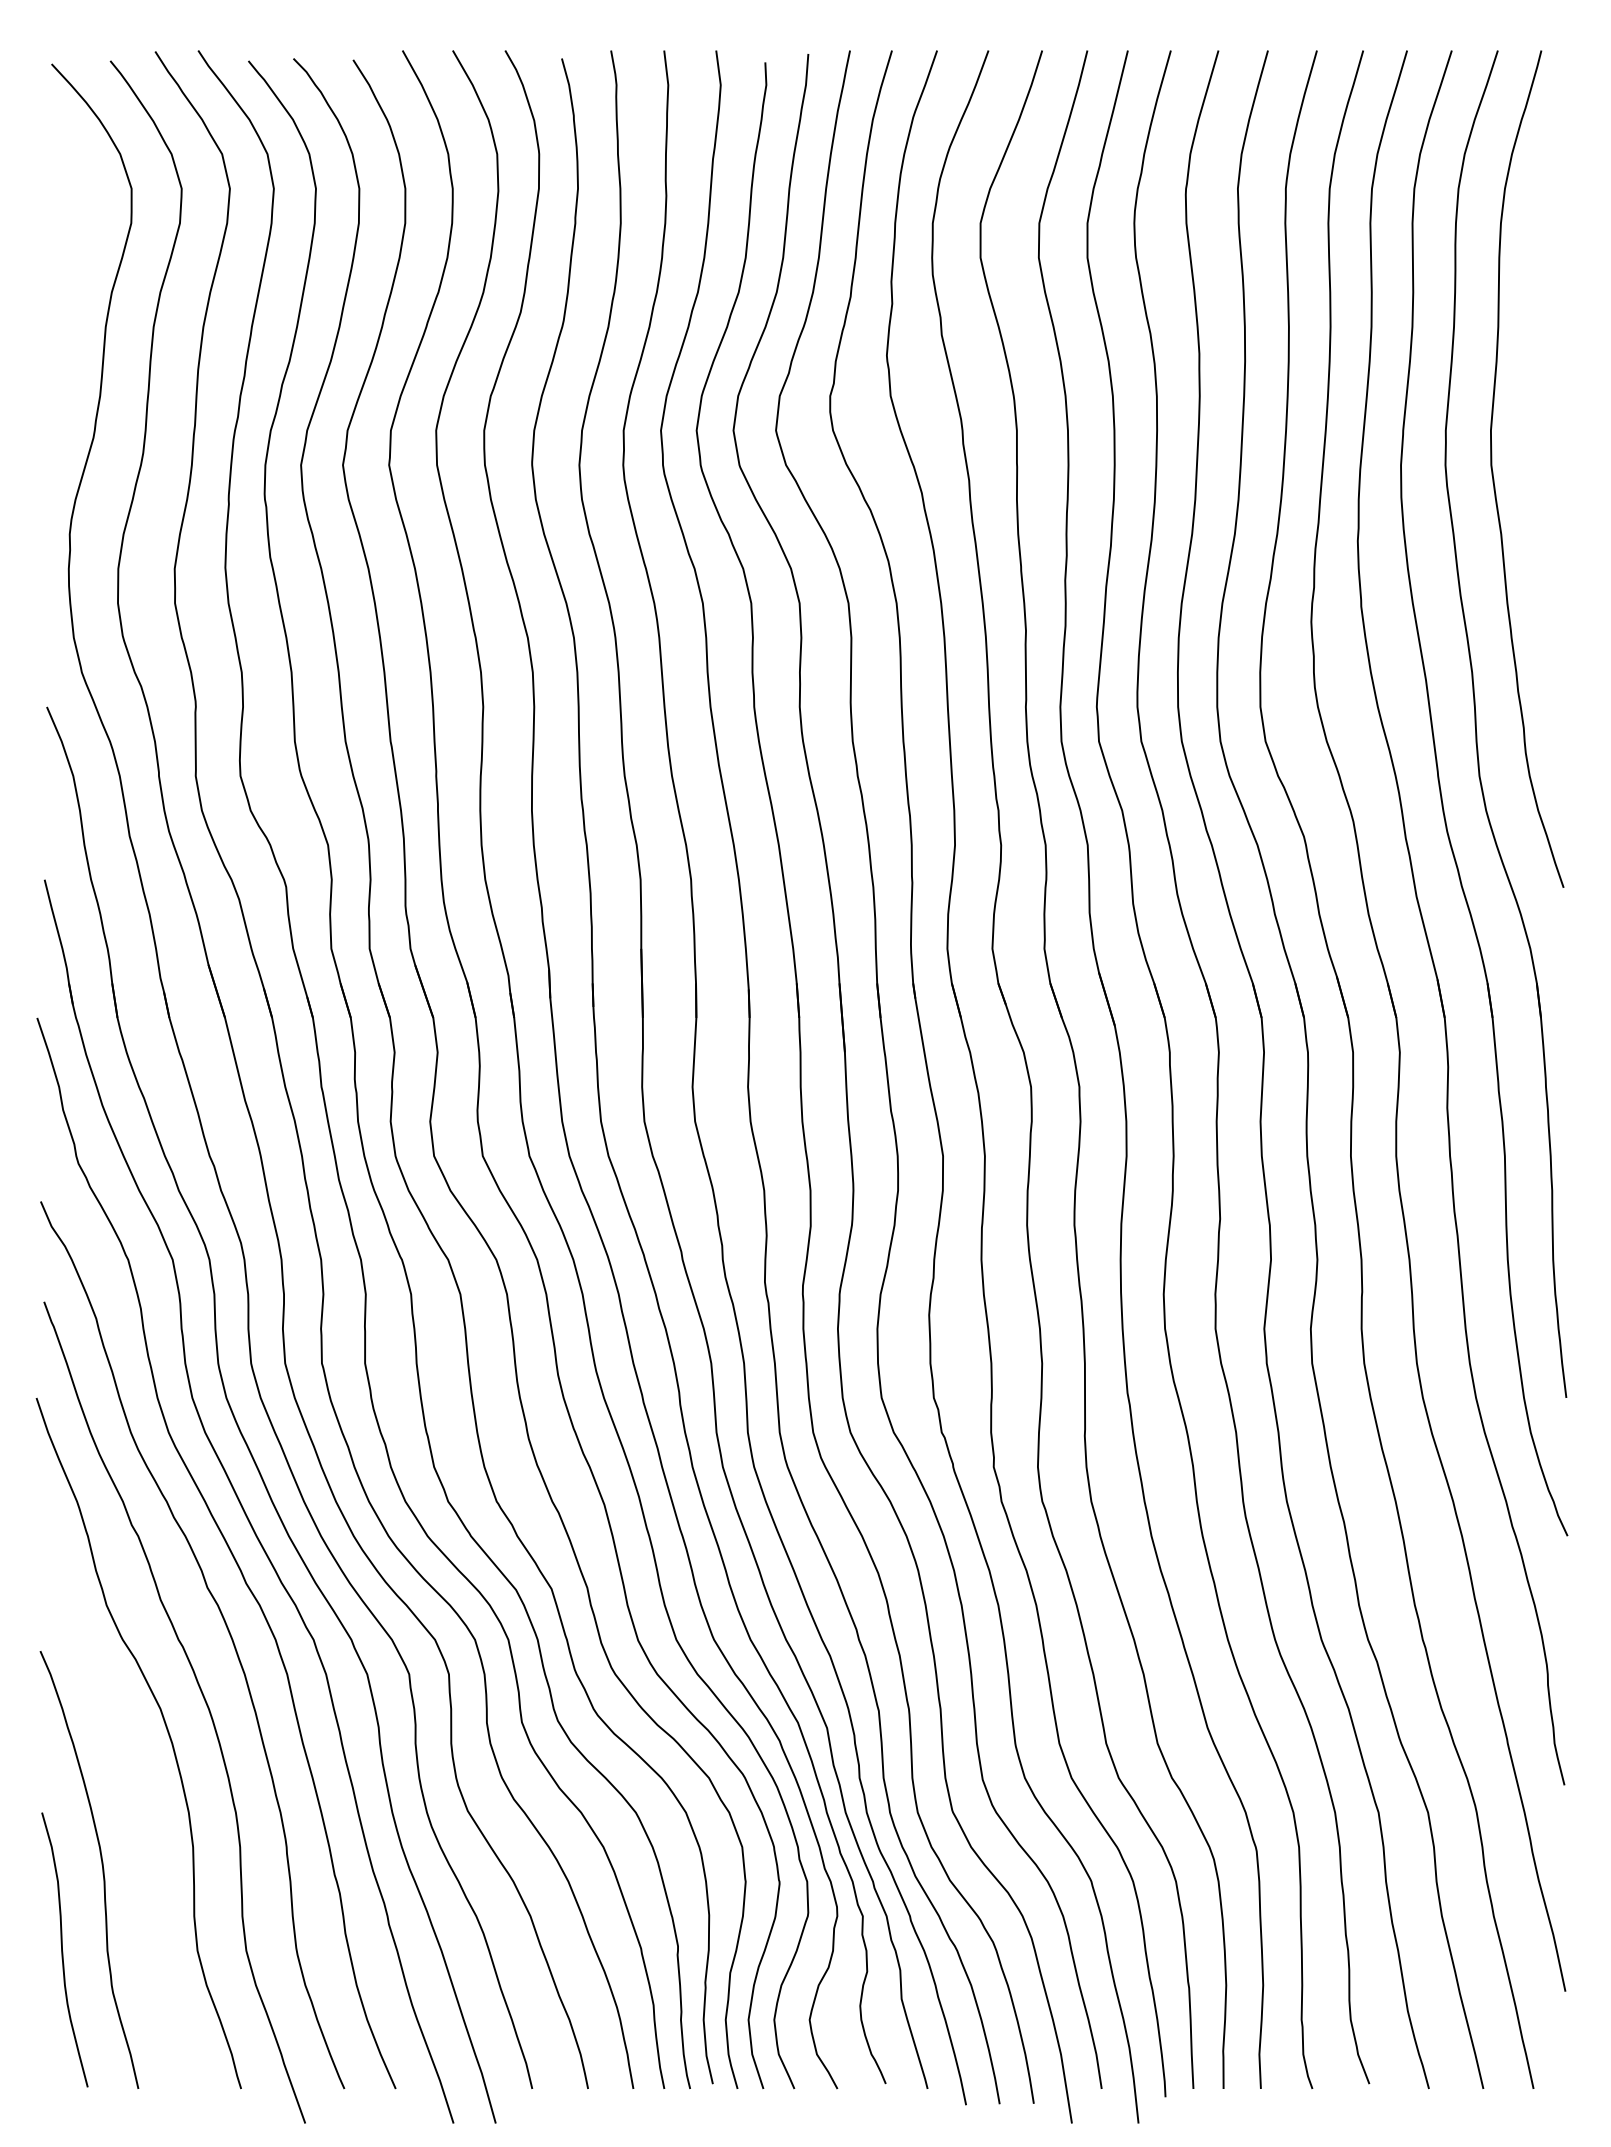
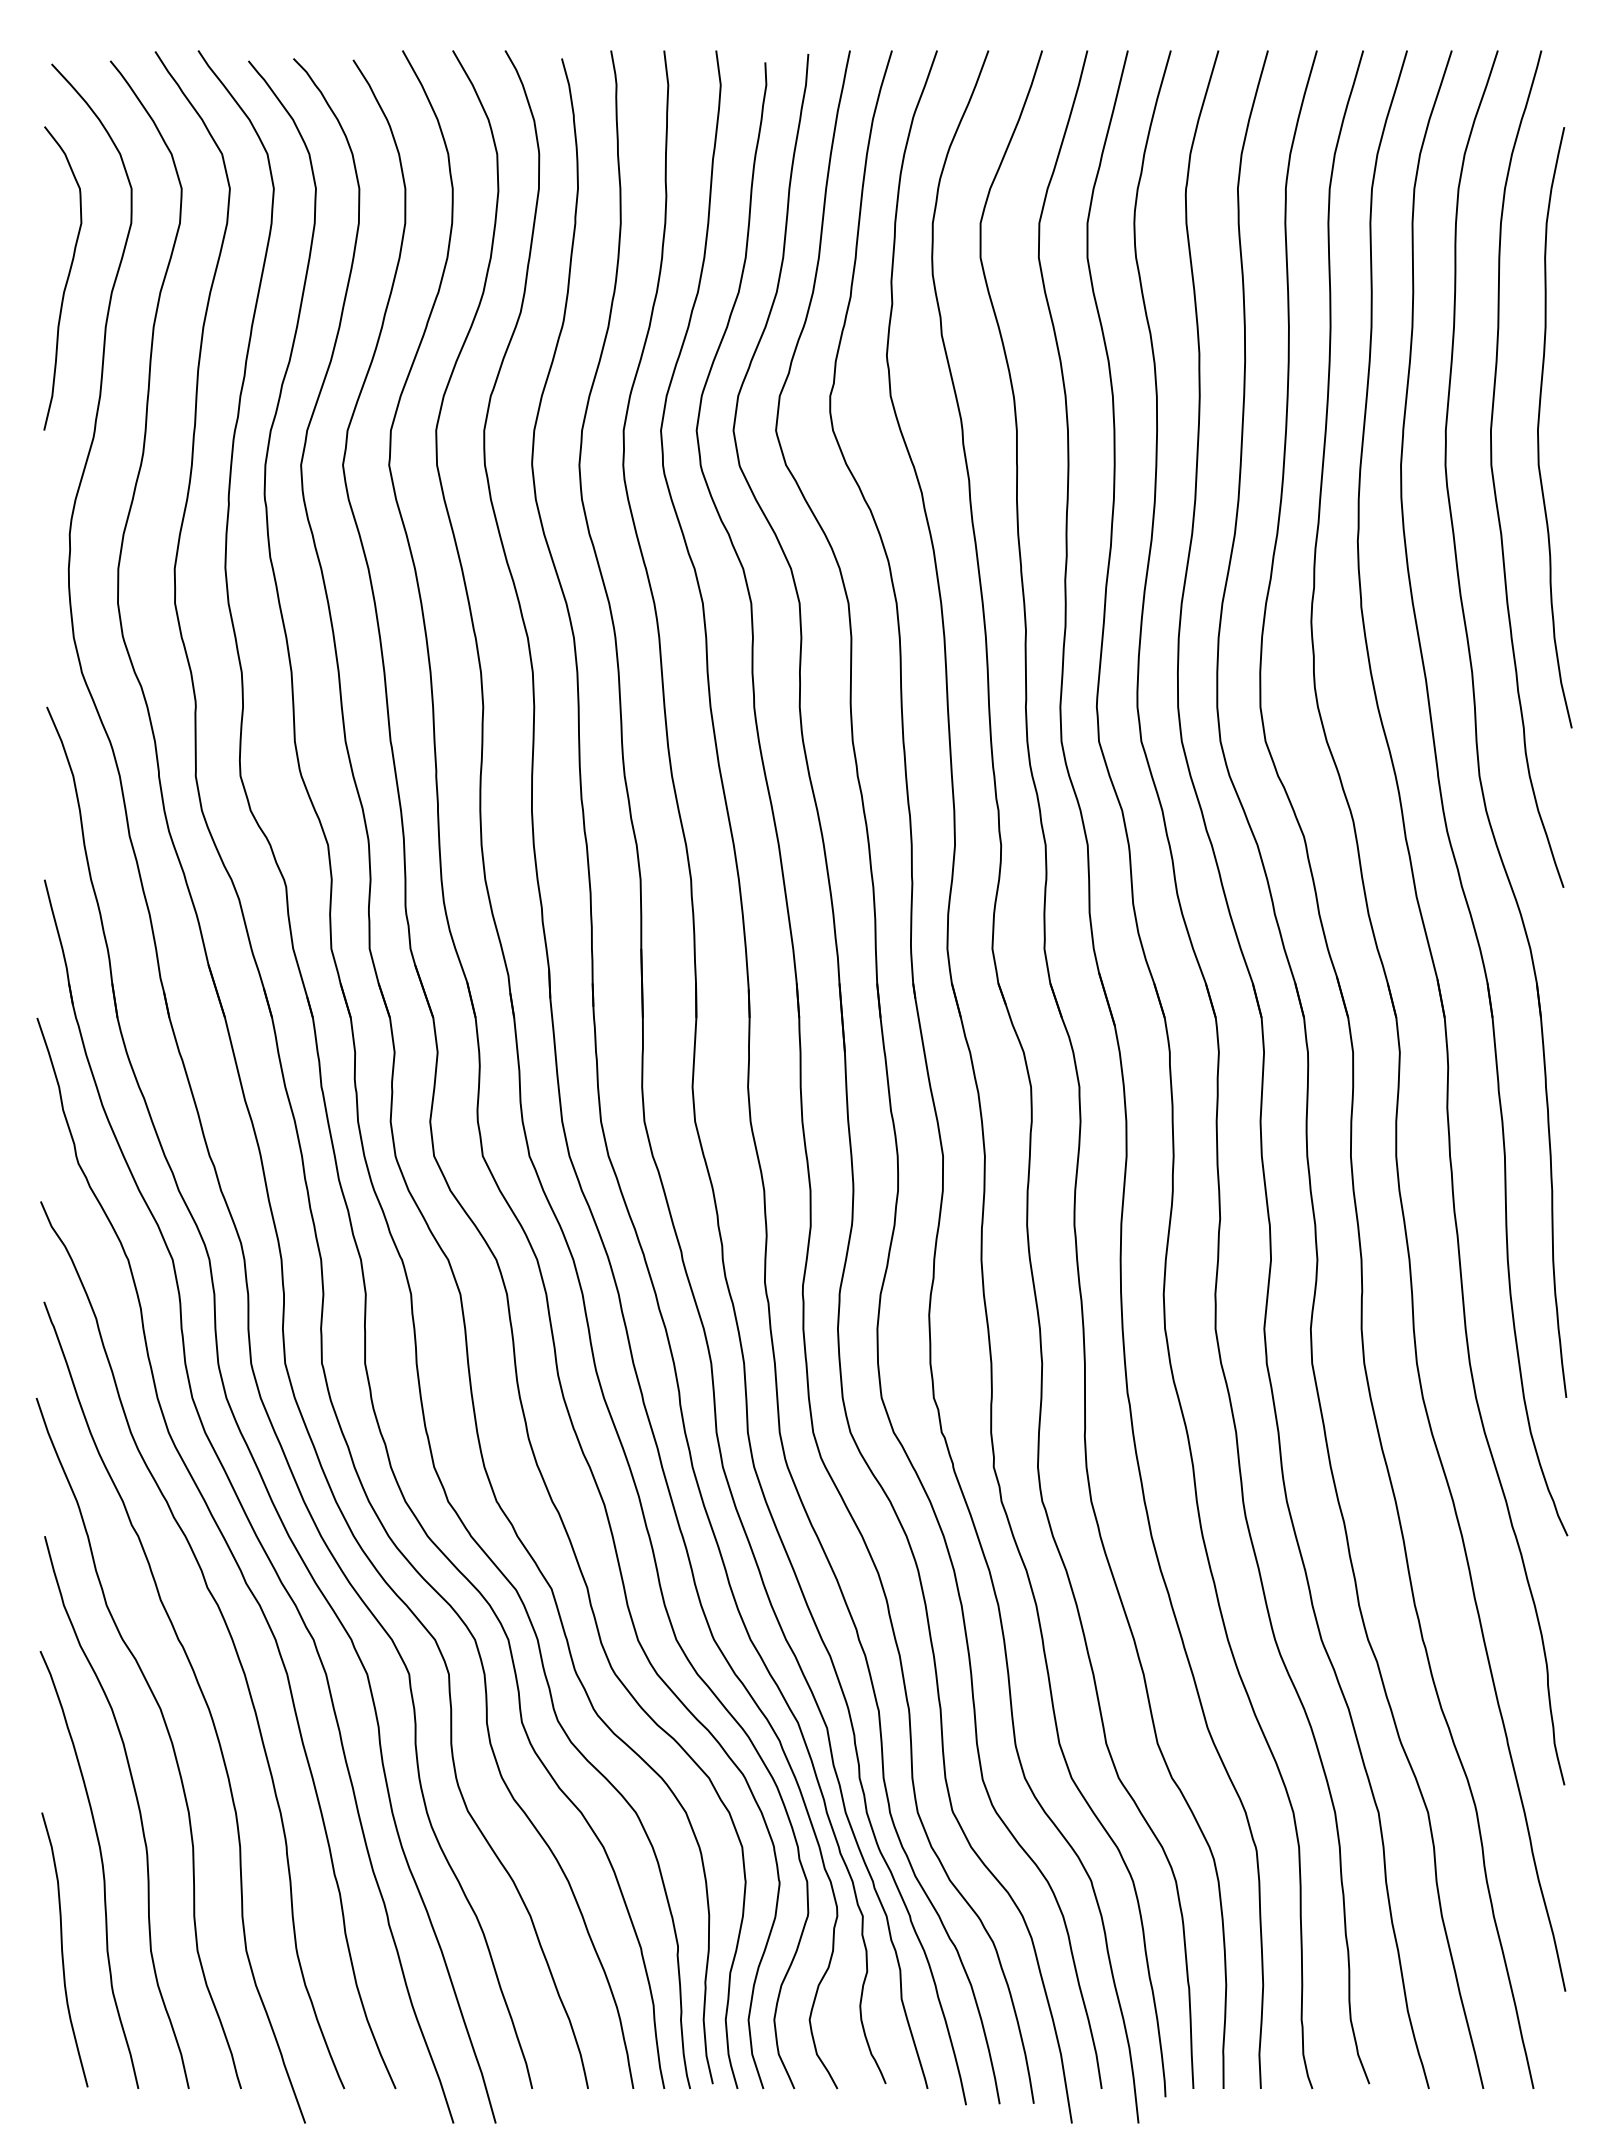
curve at (66, 279): none -> present
curve at (1539, 426): none -> present
curve at (137, 1806): none -> present
